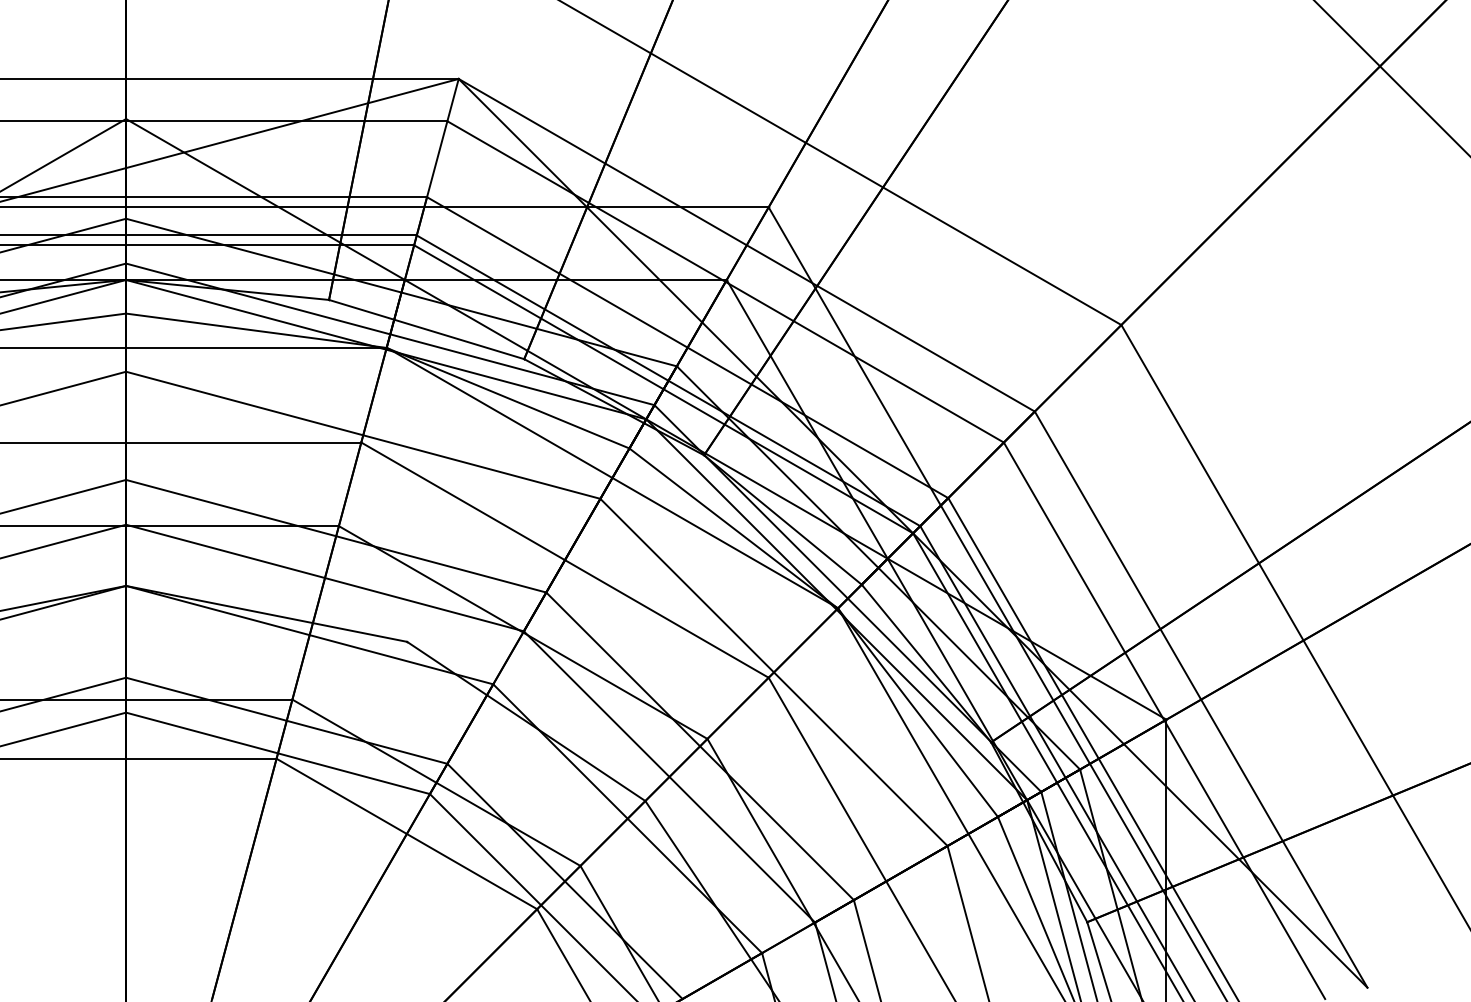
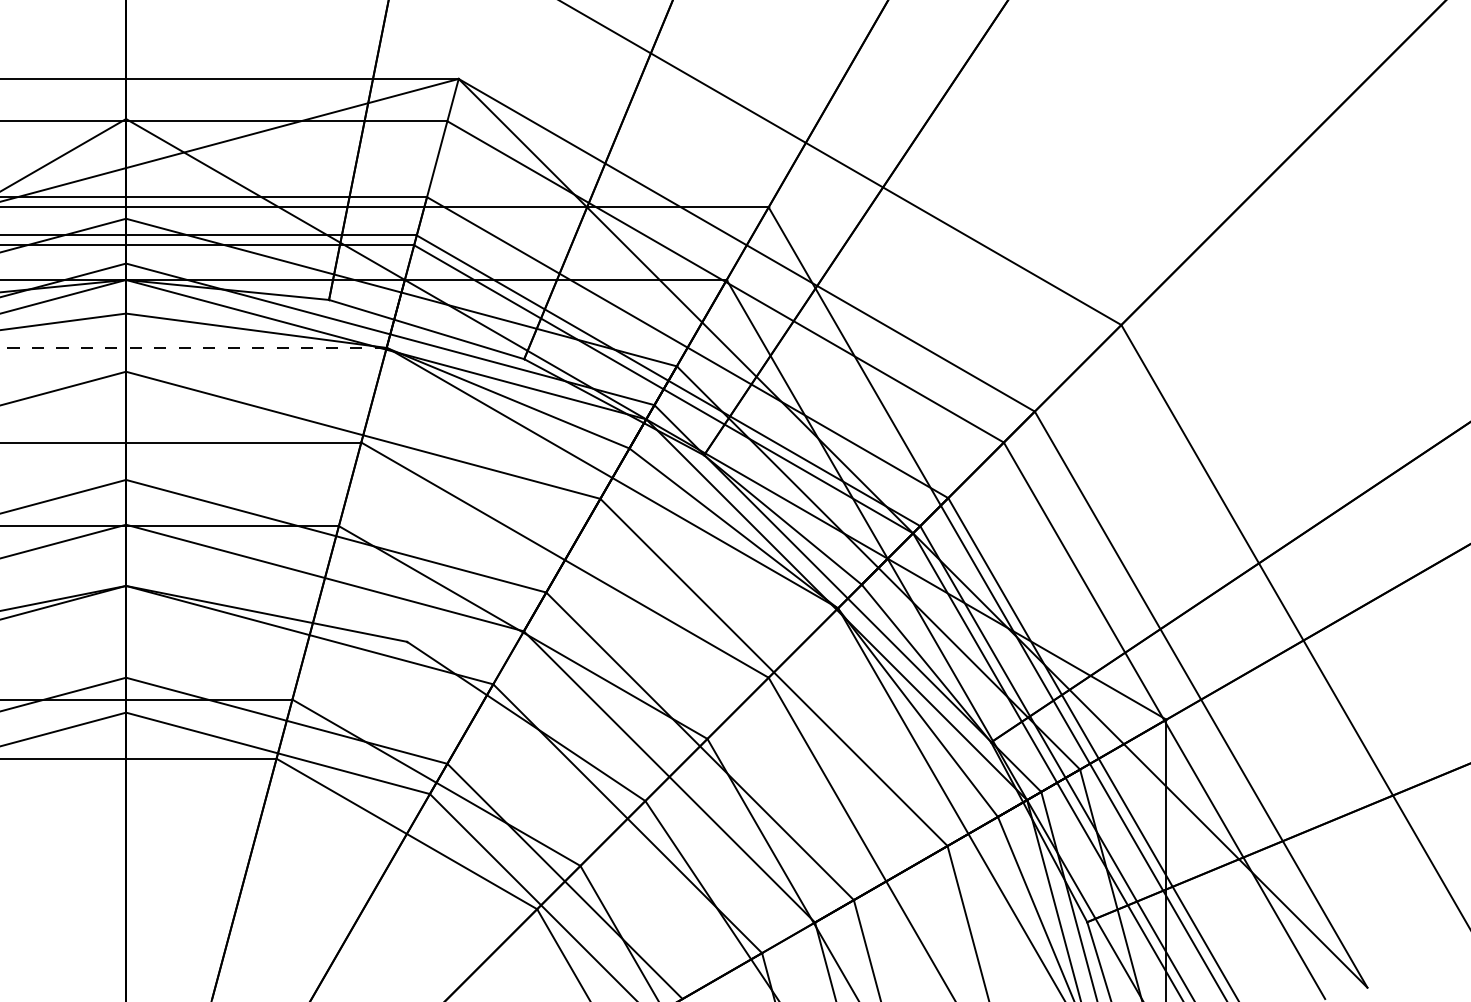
line at (1391, 78): present -> none
line at (193, 347): solid -> dashed
